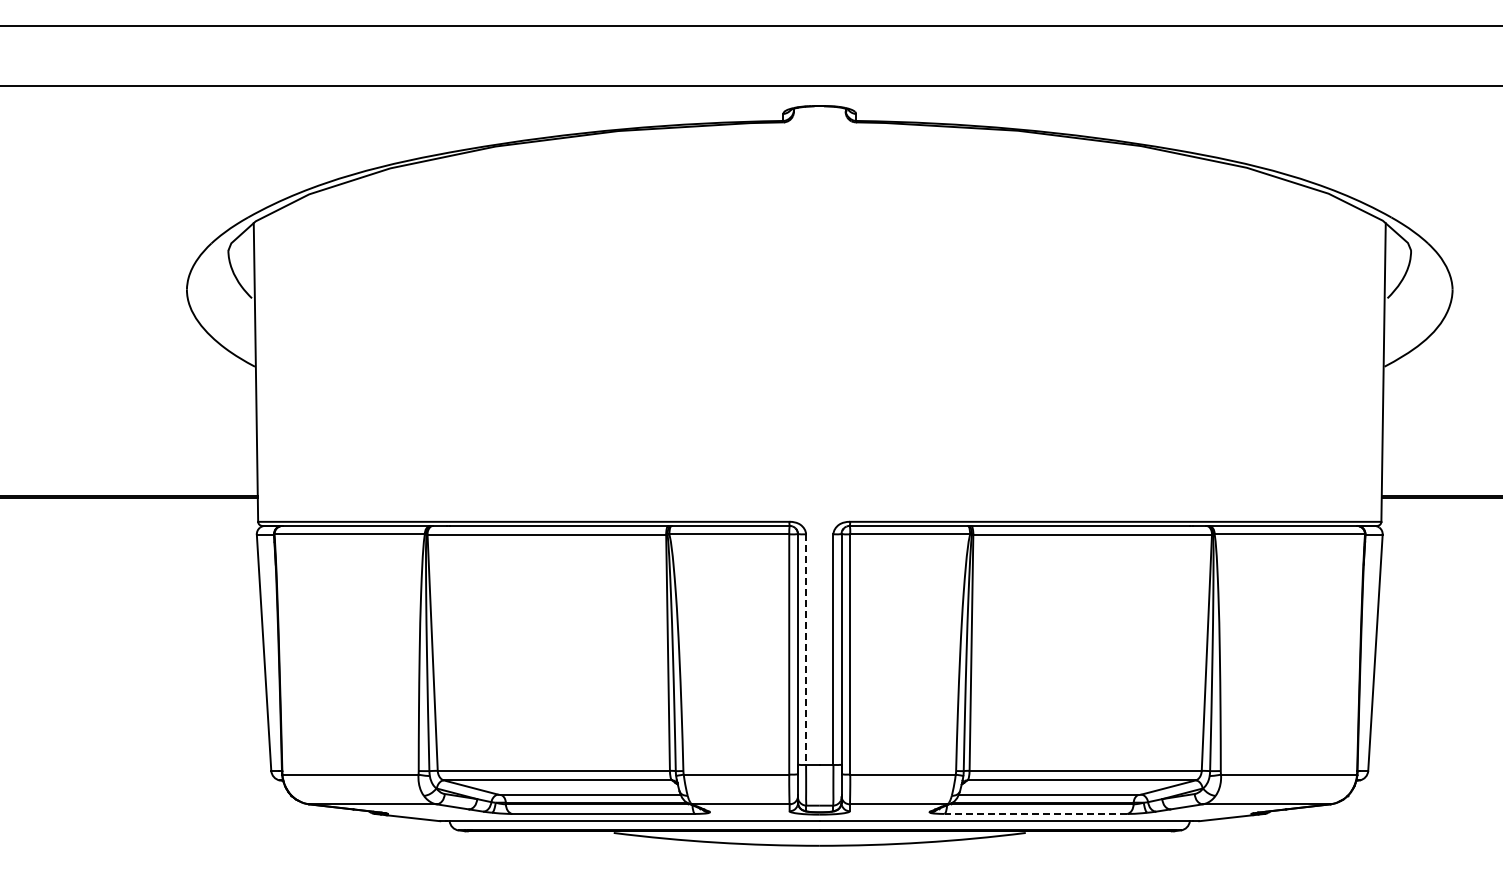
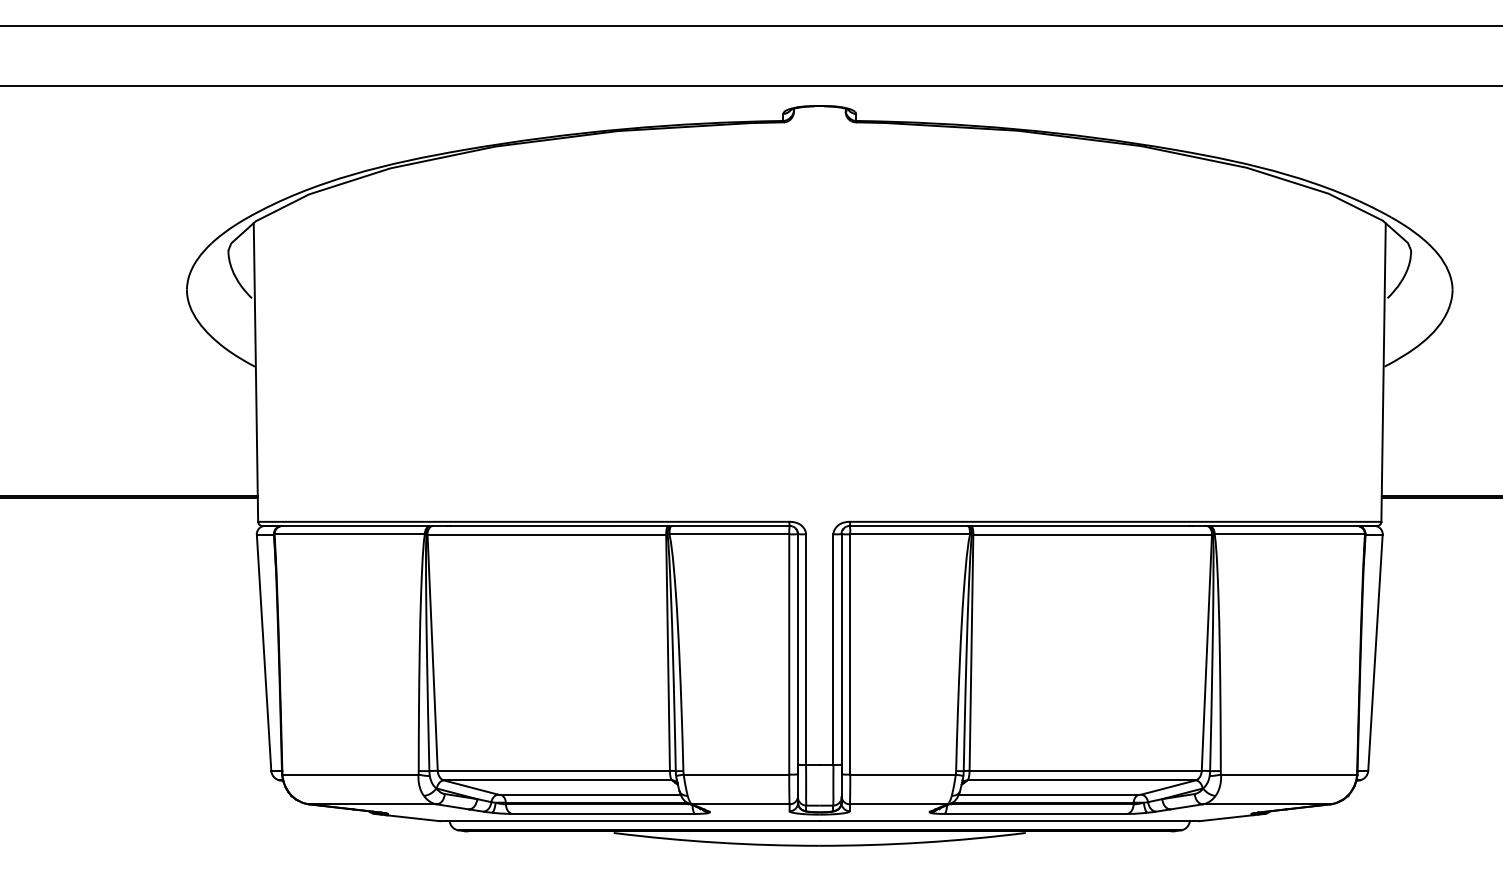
line at (806, 650): dashed -> solid
line at (1035, 813): dashed -> solid
